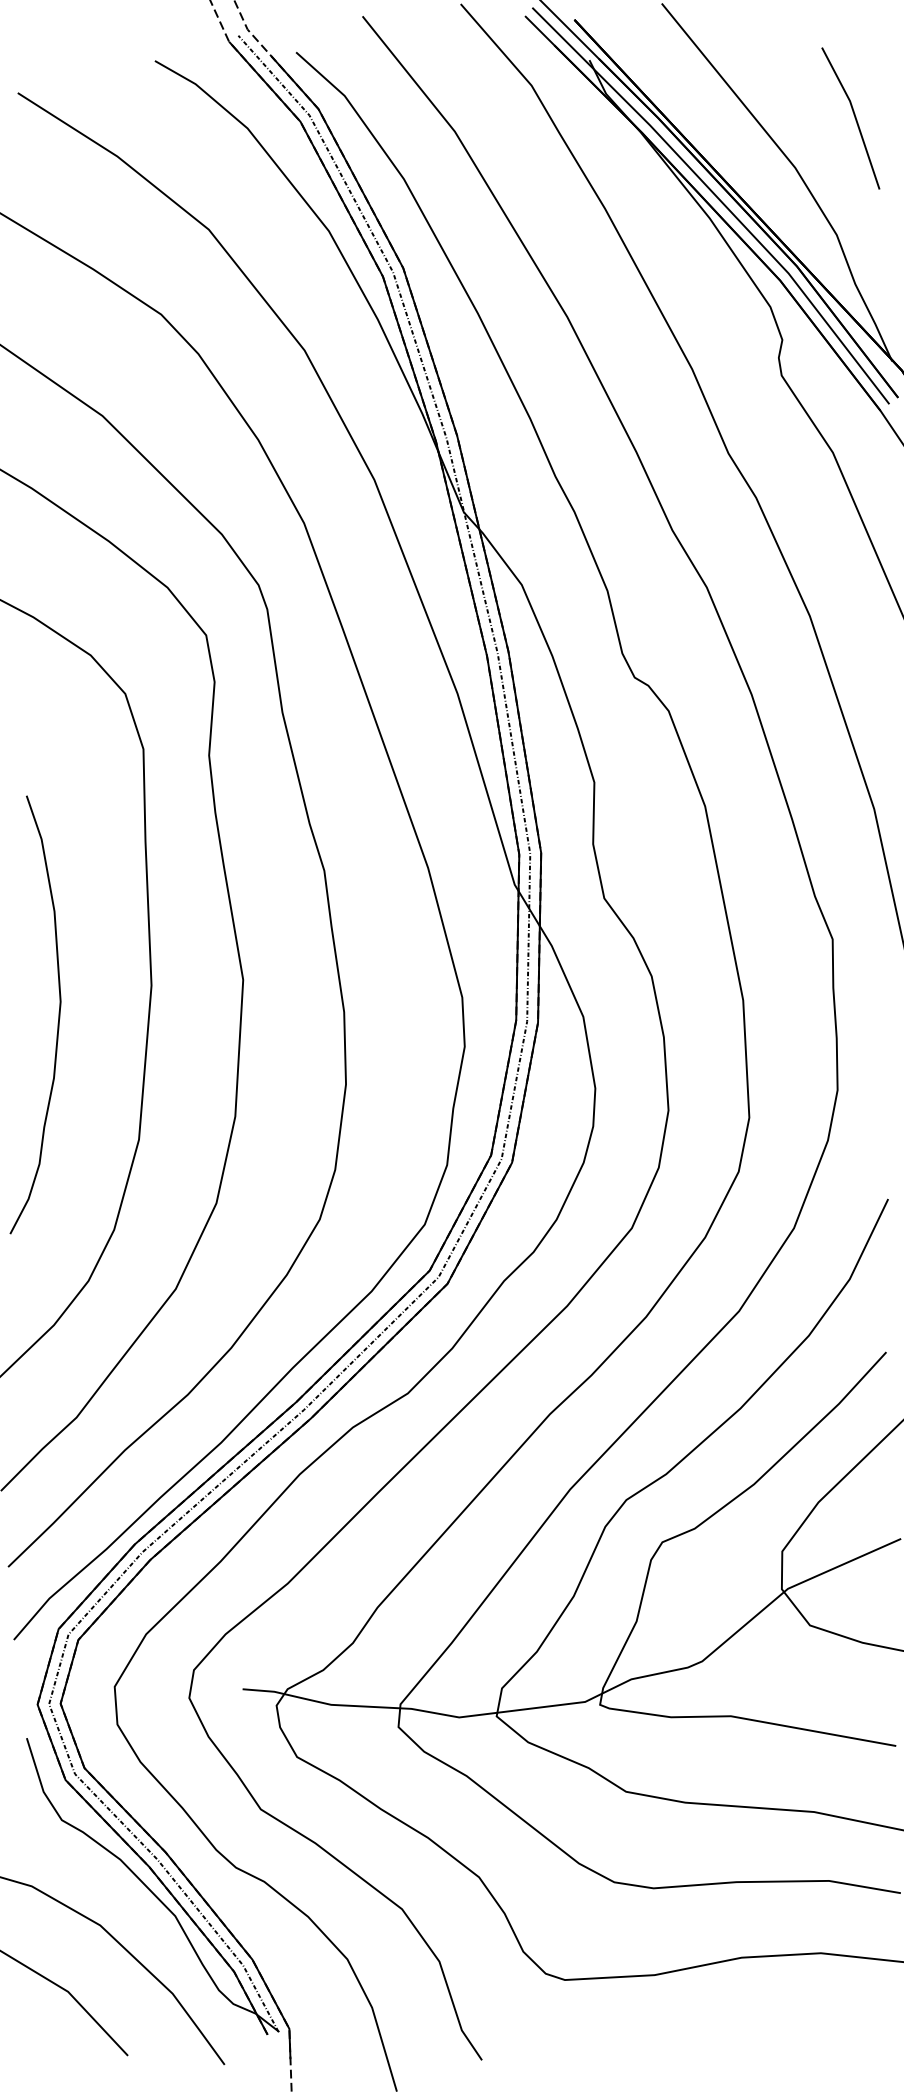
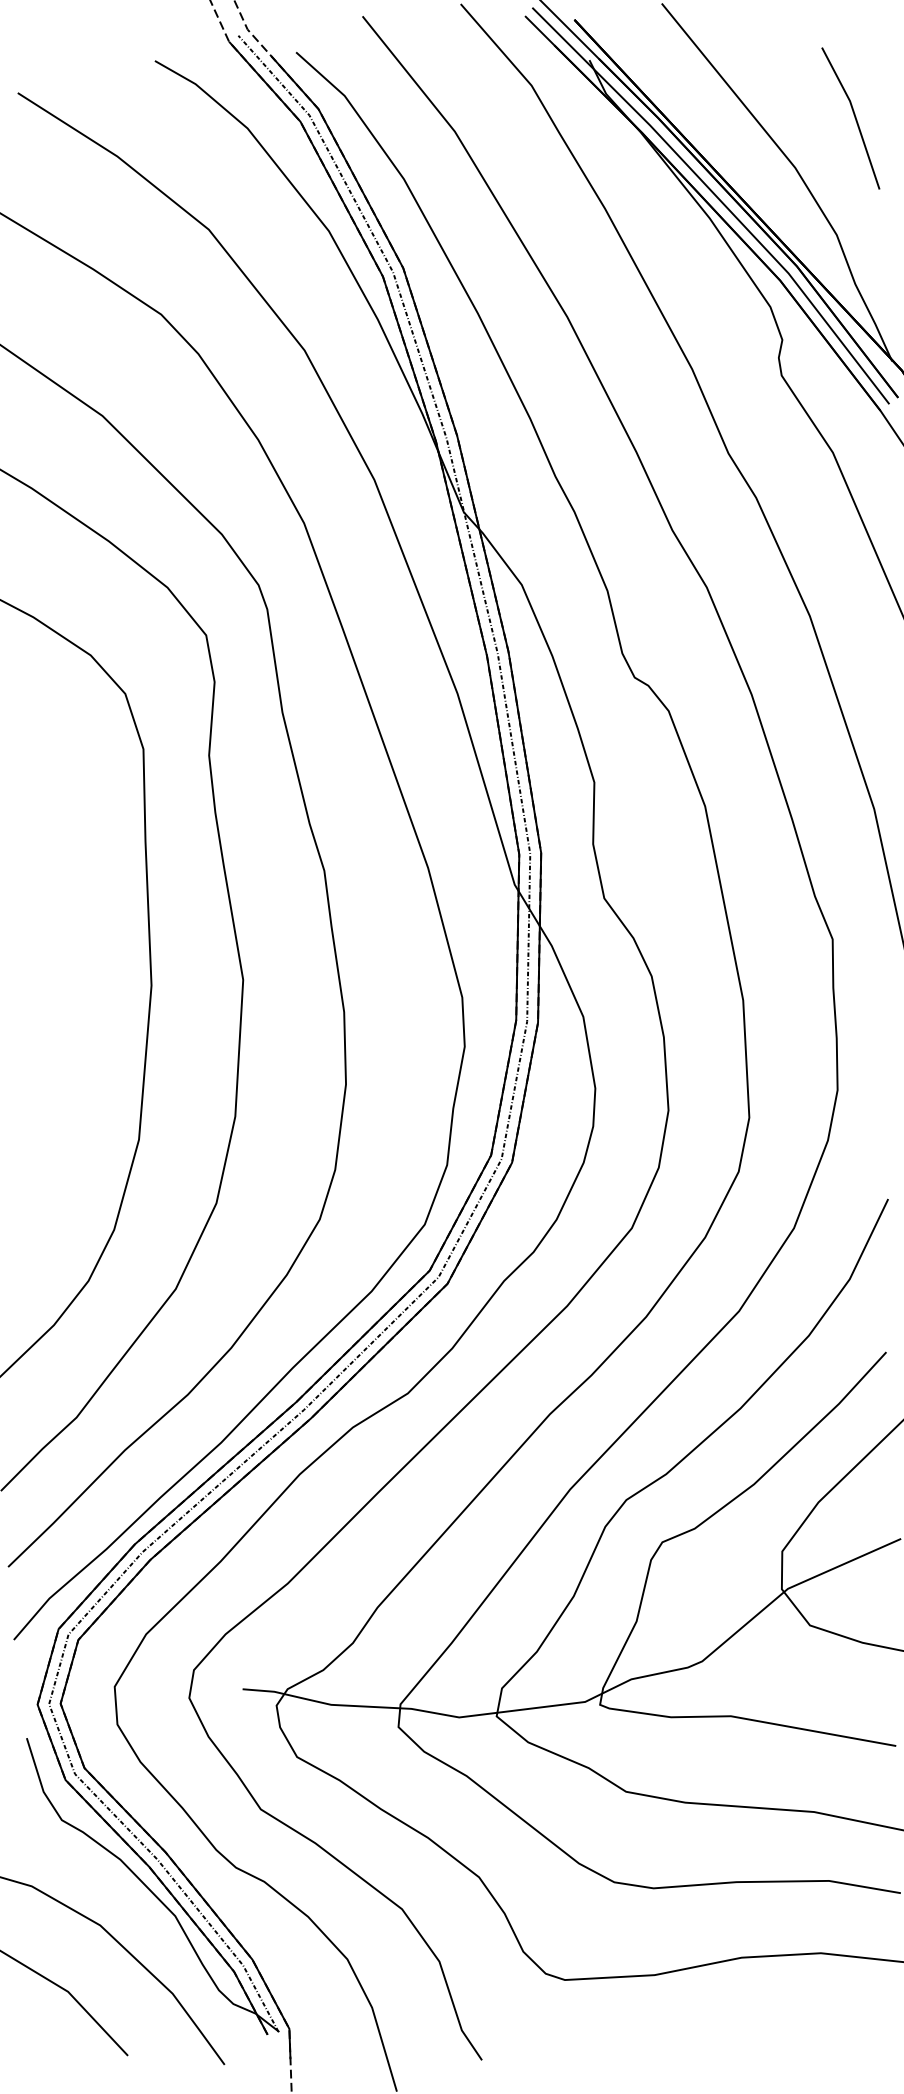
curve at (58, 1014): present -> none
